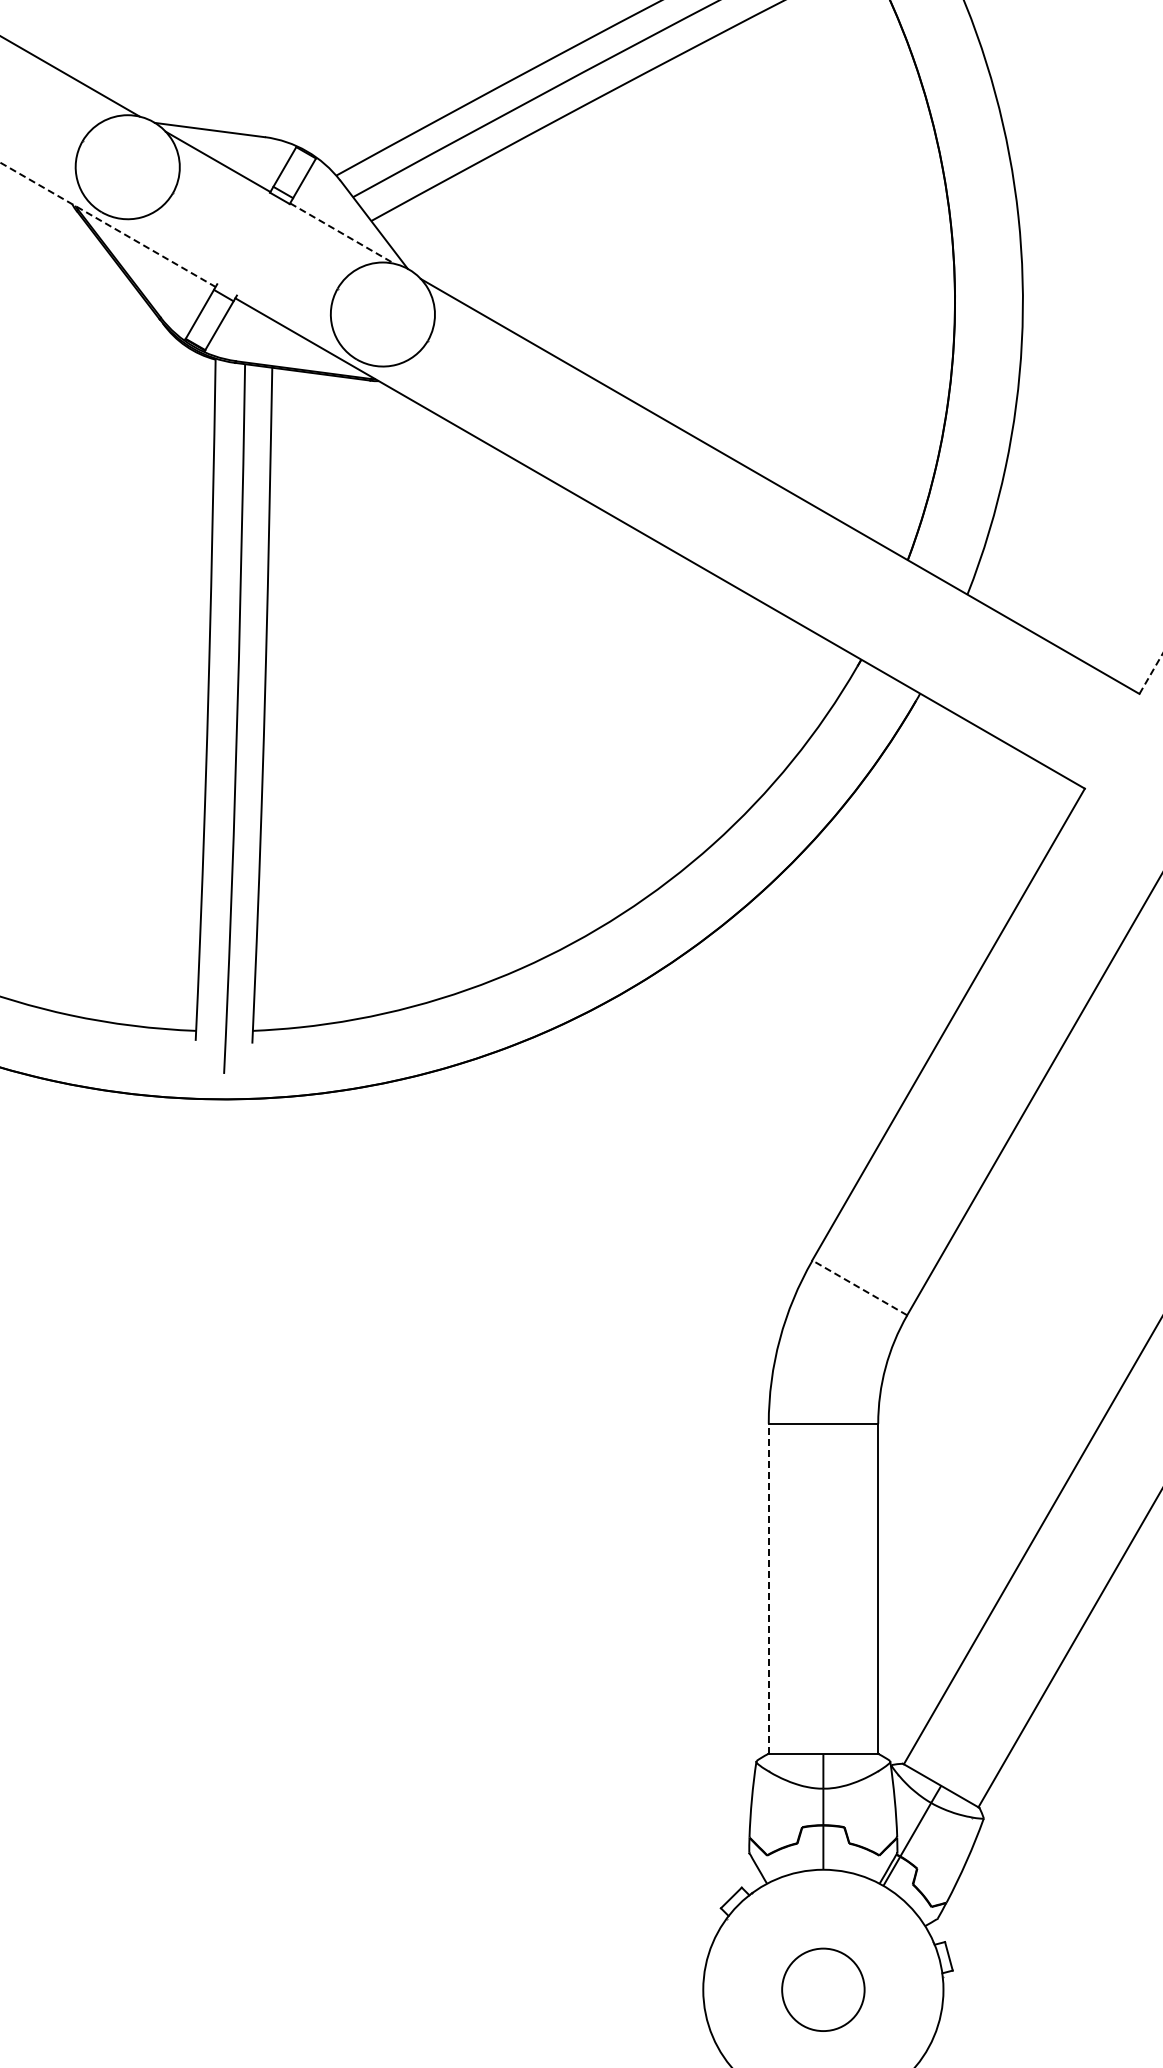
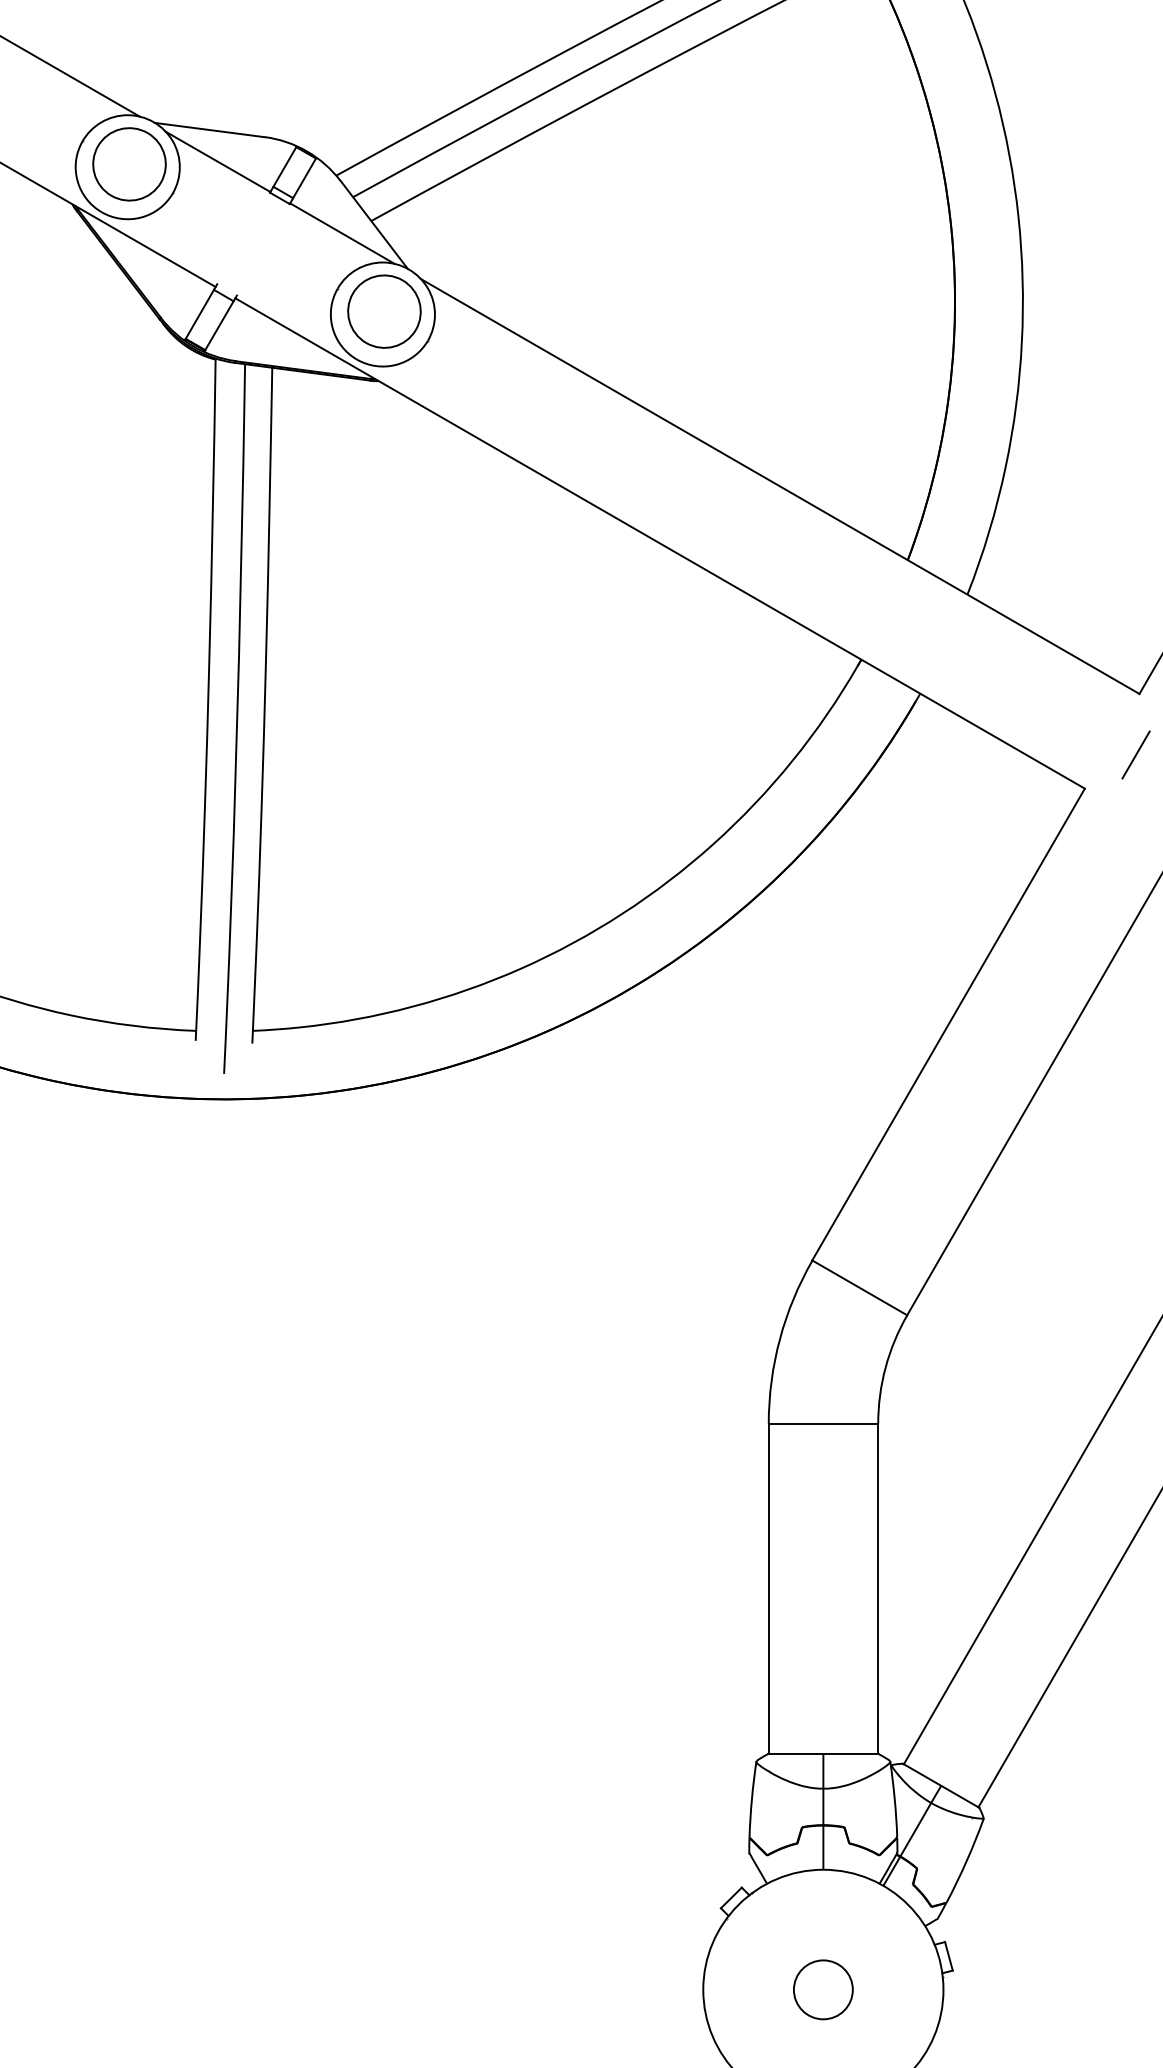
part at (129, 164): none -> present
line at (108, 224): dashed -> solid
line at (342, 233): dashed -> solid
part at (384, 311): none -> present
line at (1151, 673): dashed -> solid
line at (1135, 754): none -> present
line at (859, 1287): dashed -> solid
line at (768, 1588): dashed -> solid
circle at (823, 1989) diameter: 82 px -> 59 px
